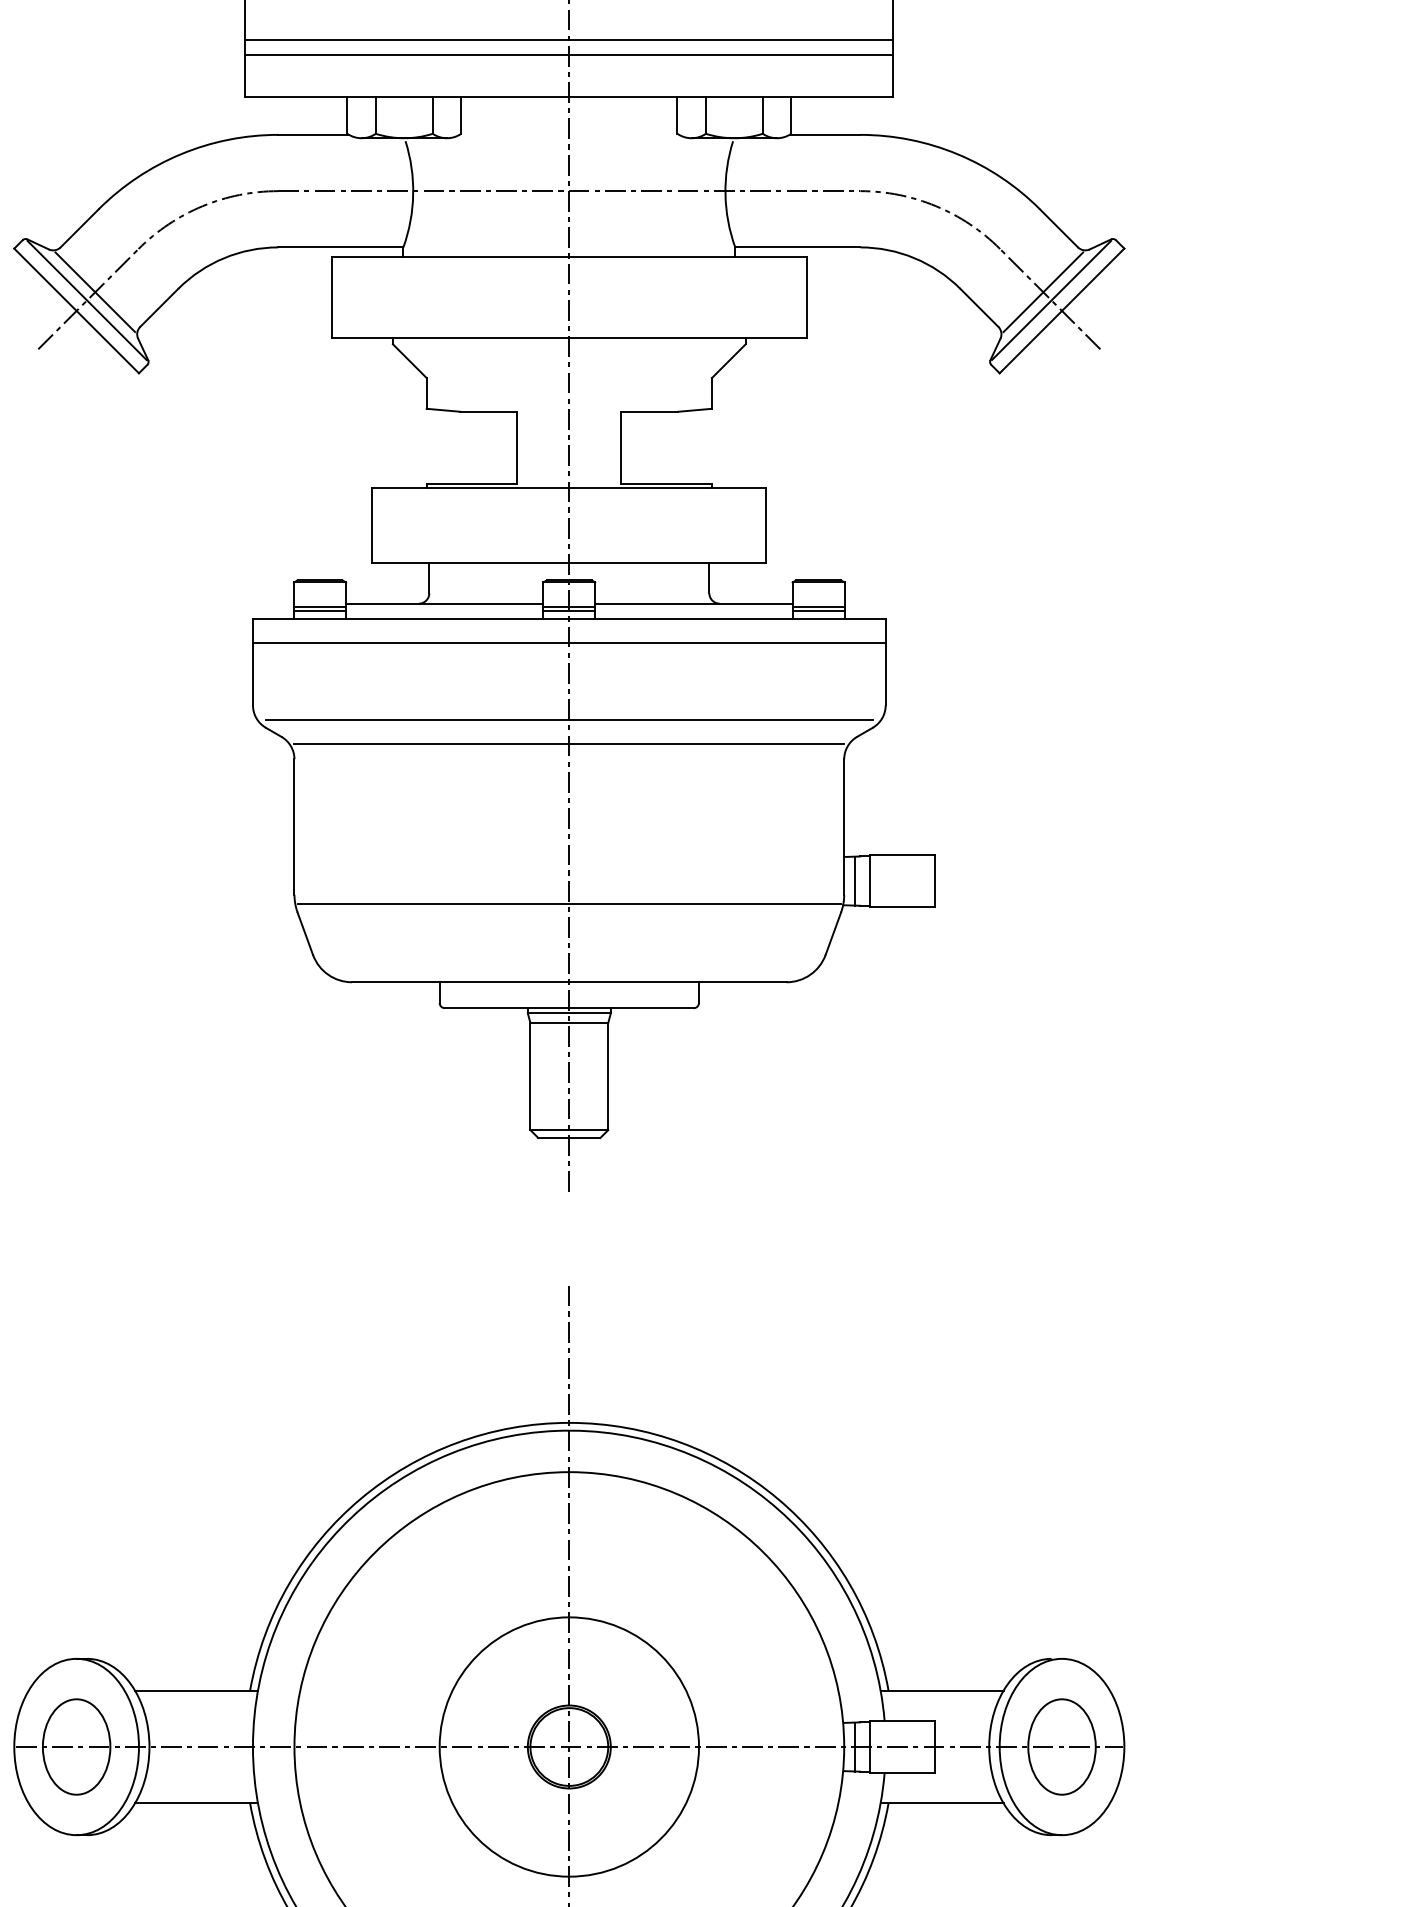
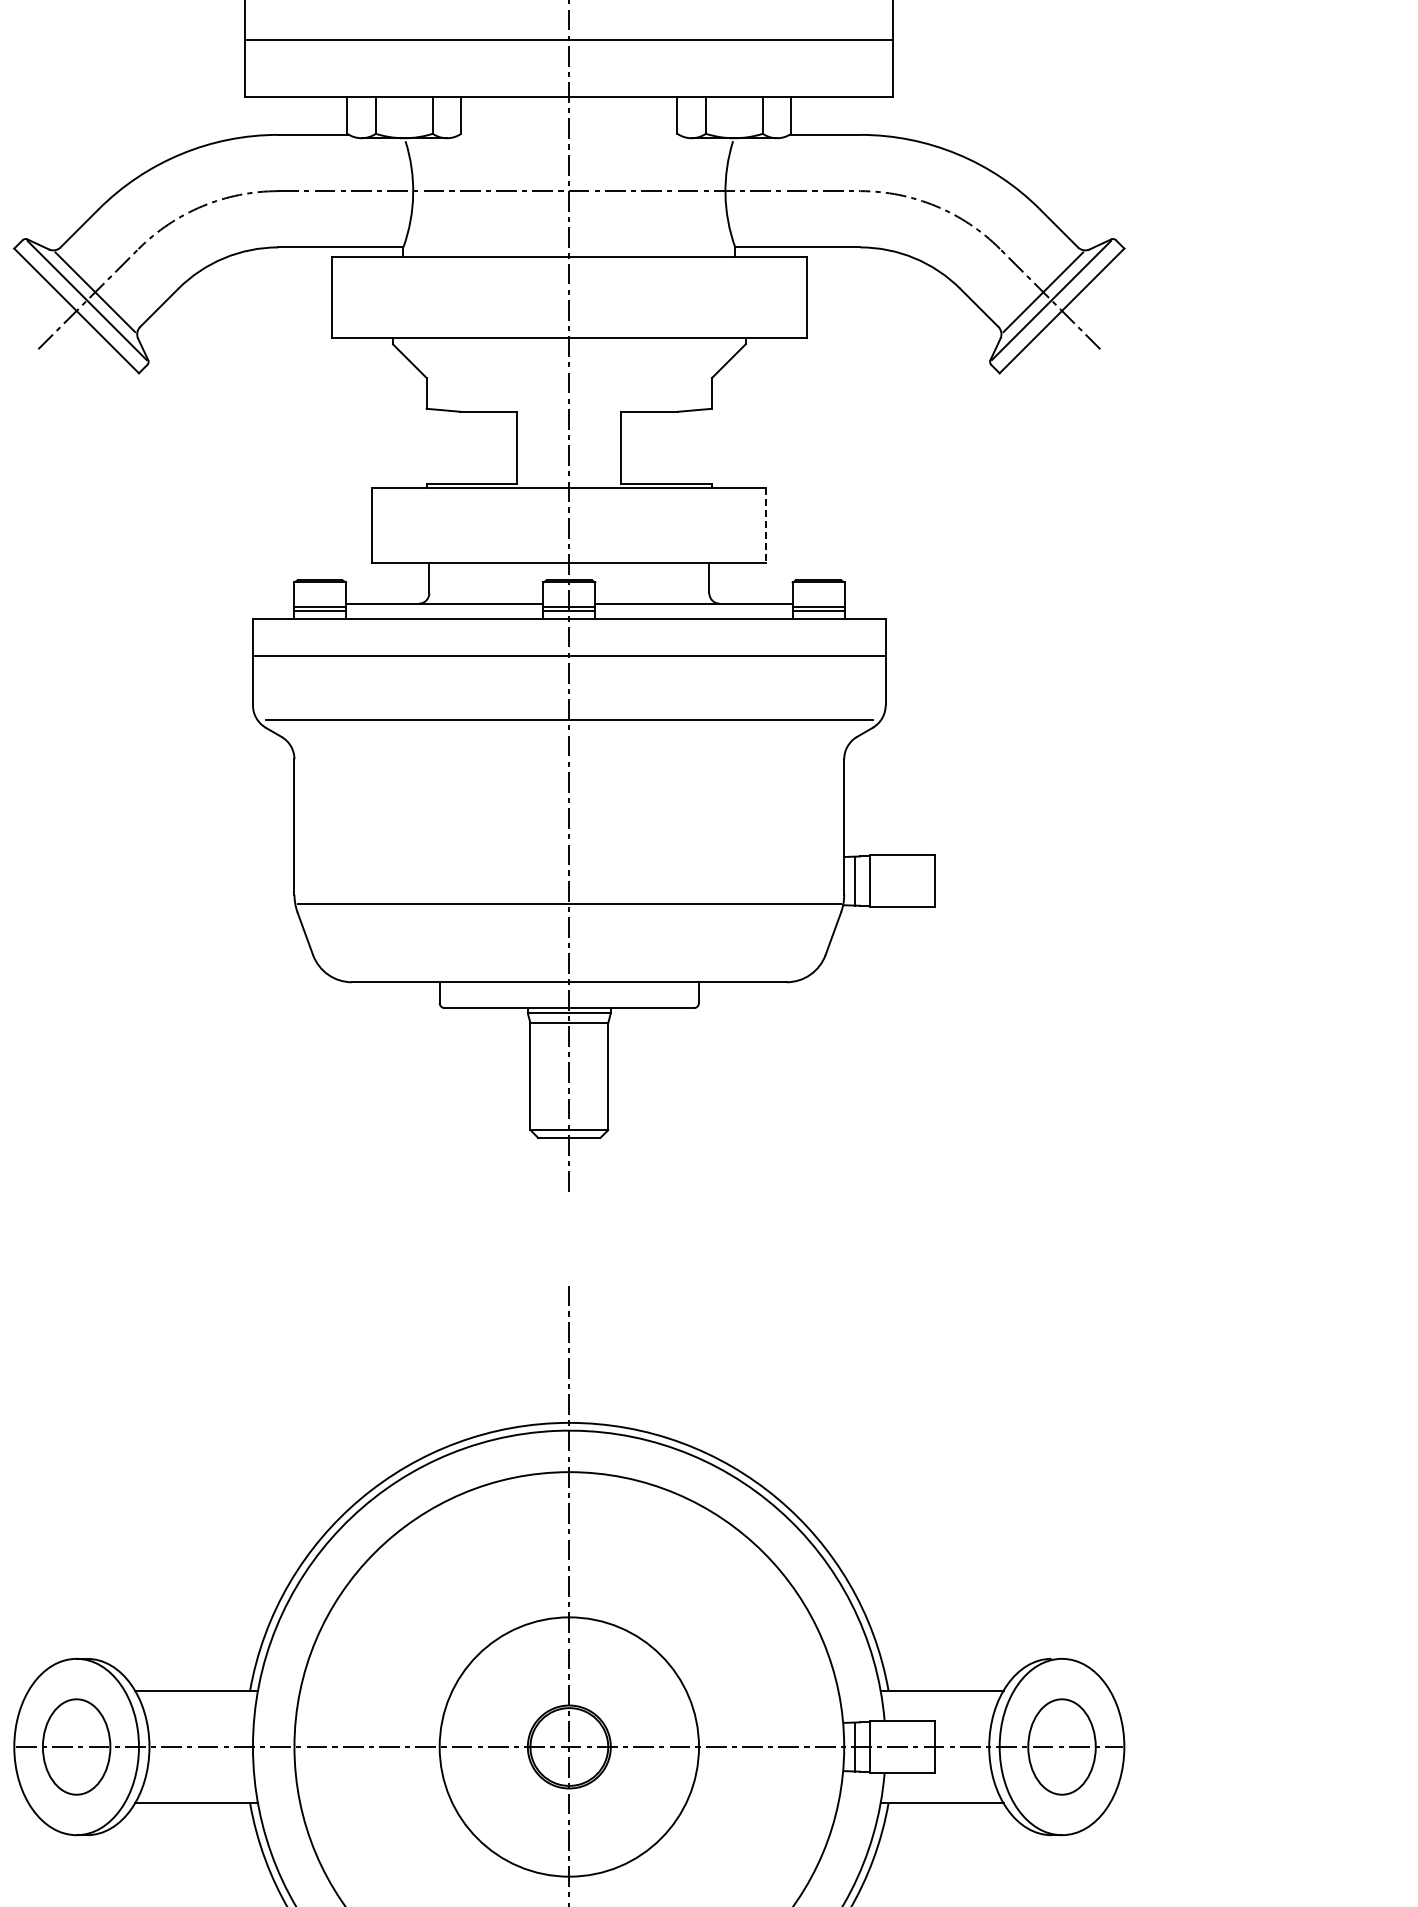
line at (569, 55): present -> none
line at (766, 525): solid -> dashed
line at (568, 642) position: (568, 642) -> (568, 655)
line at (569, 744): present -> none
